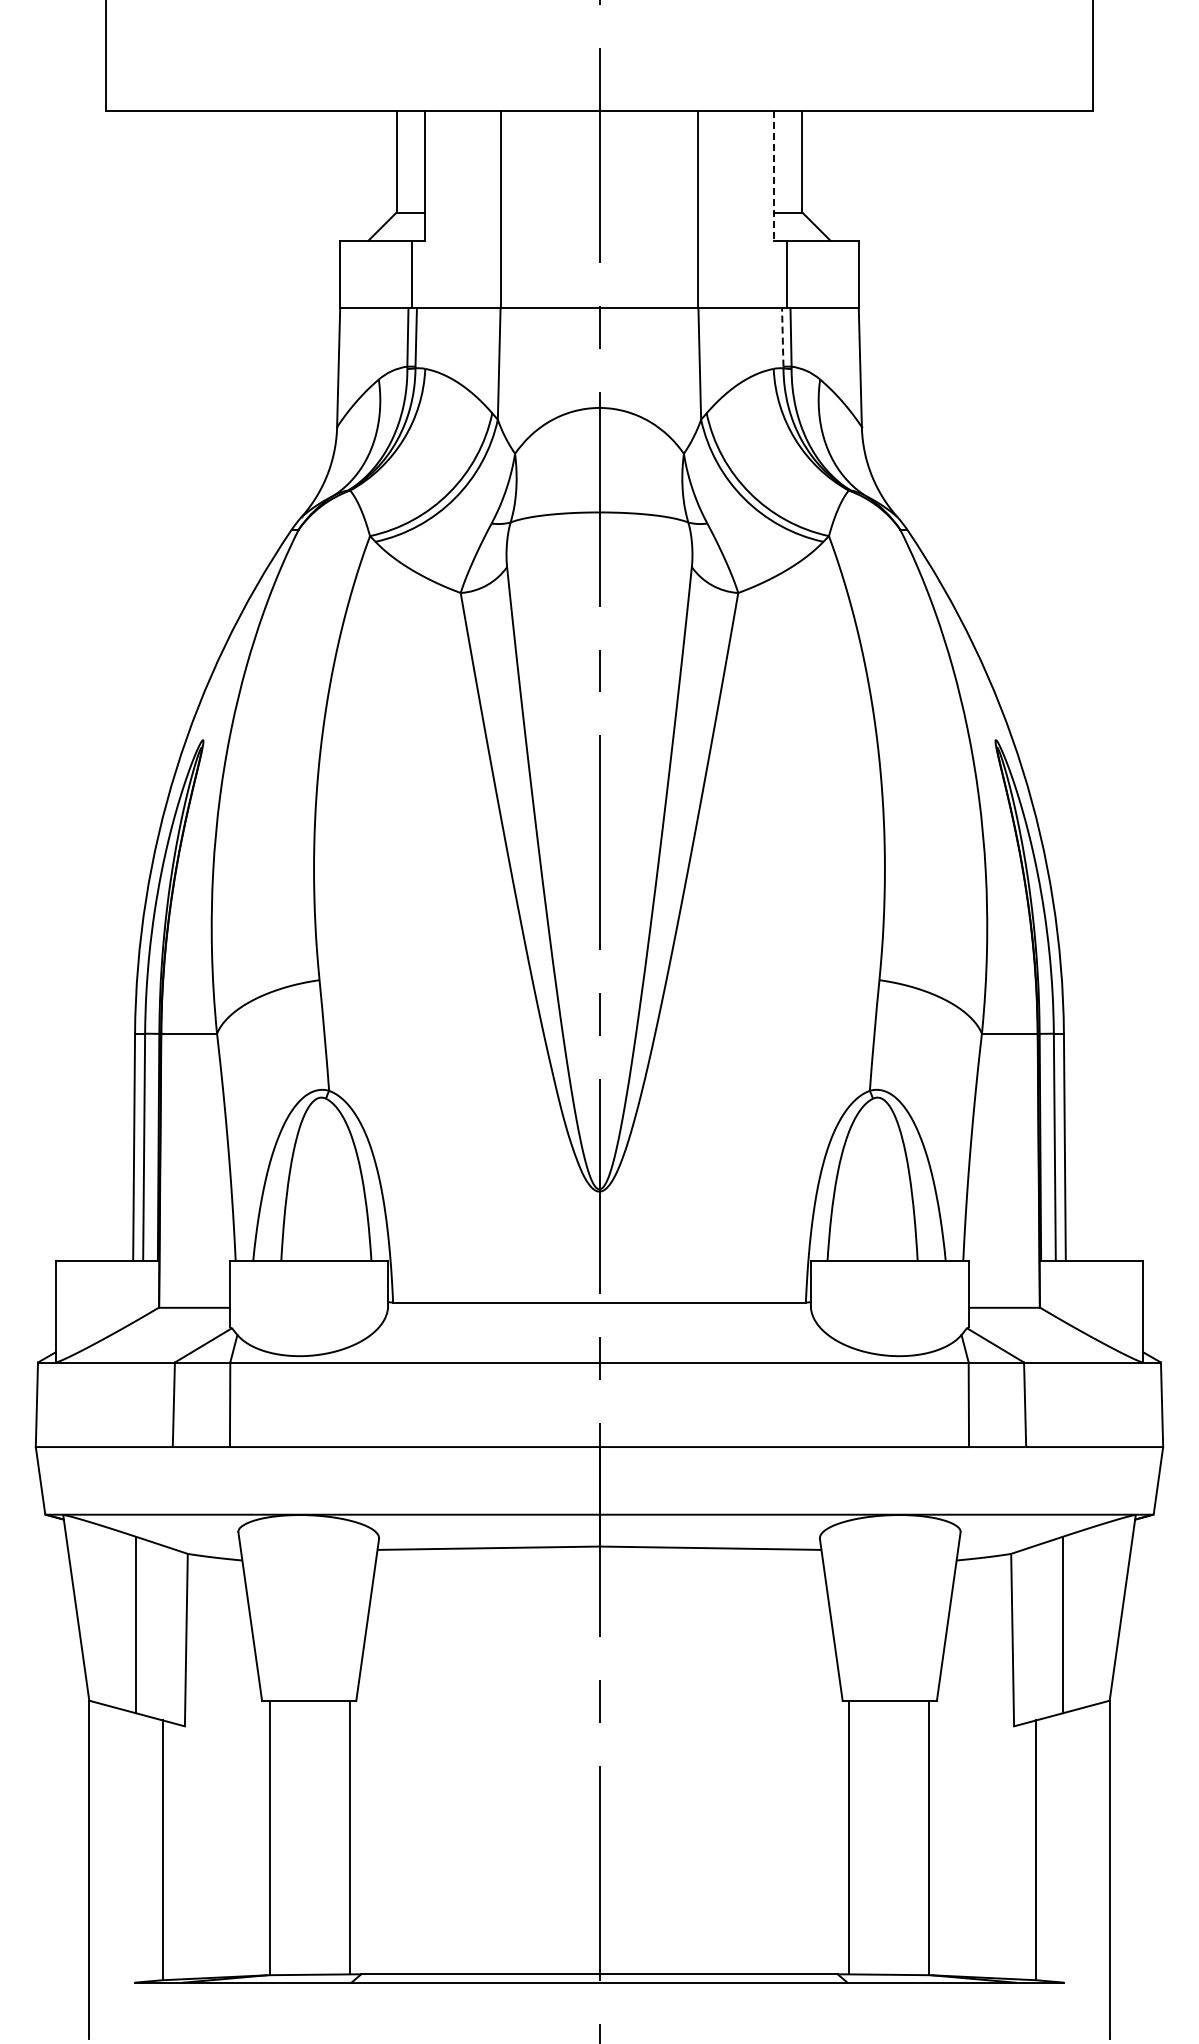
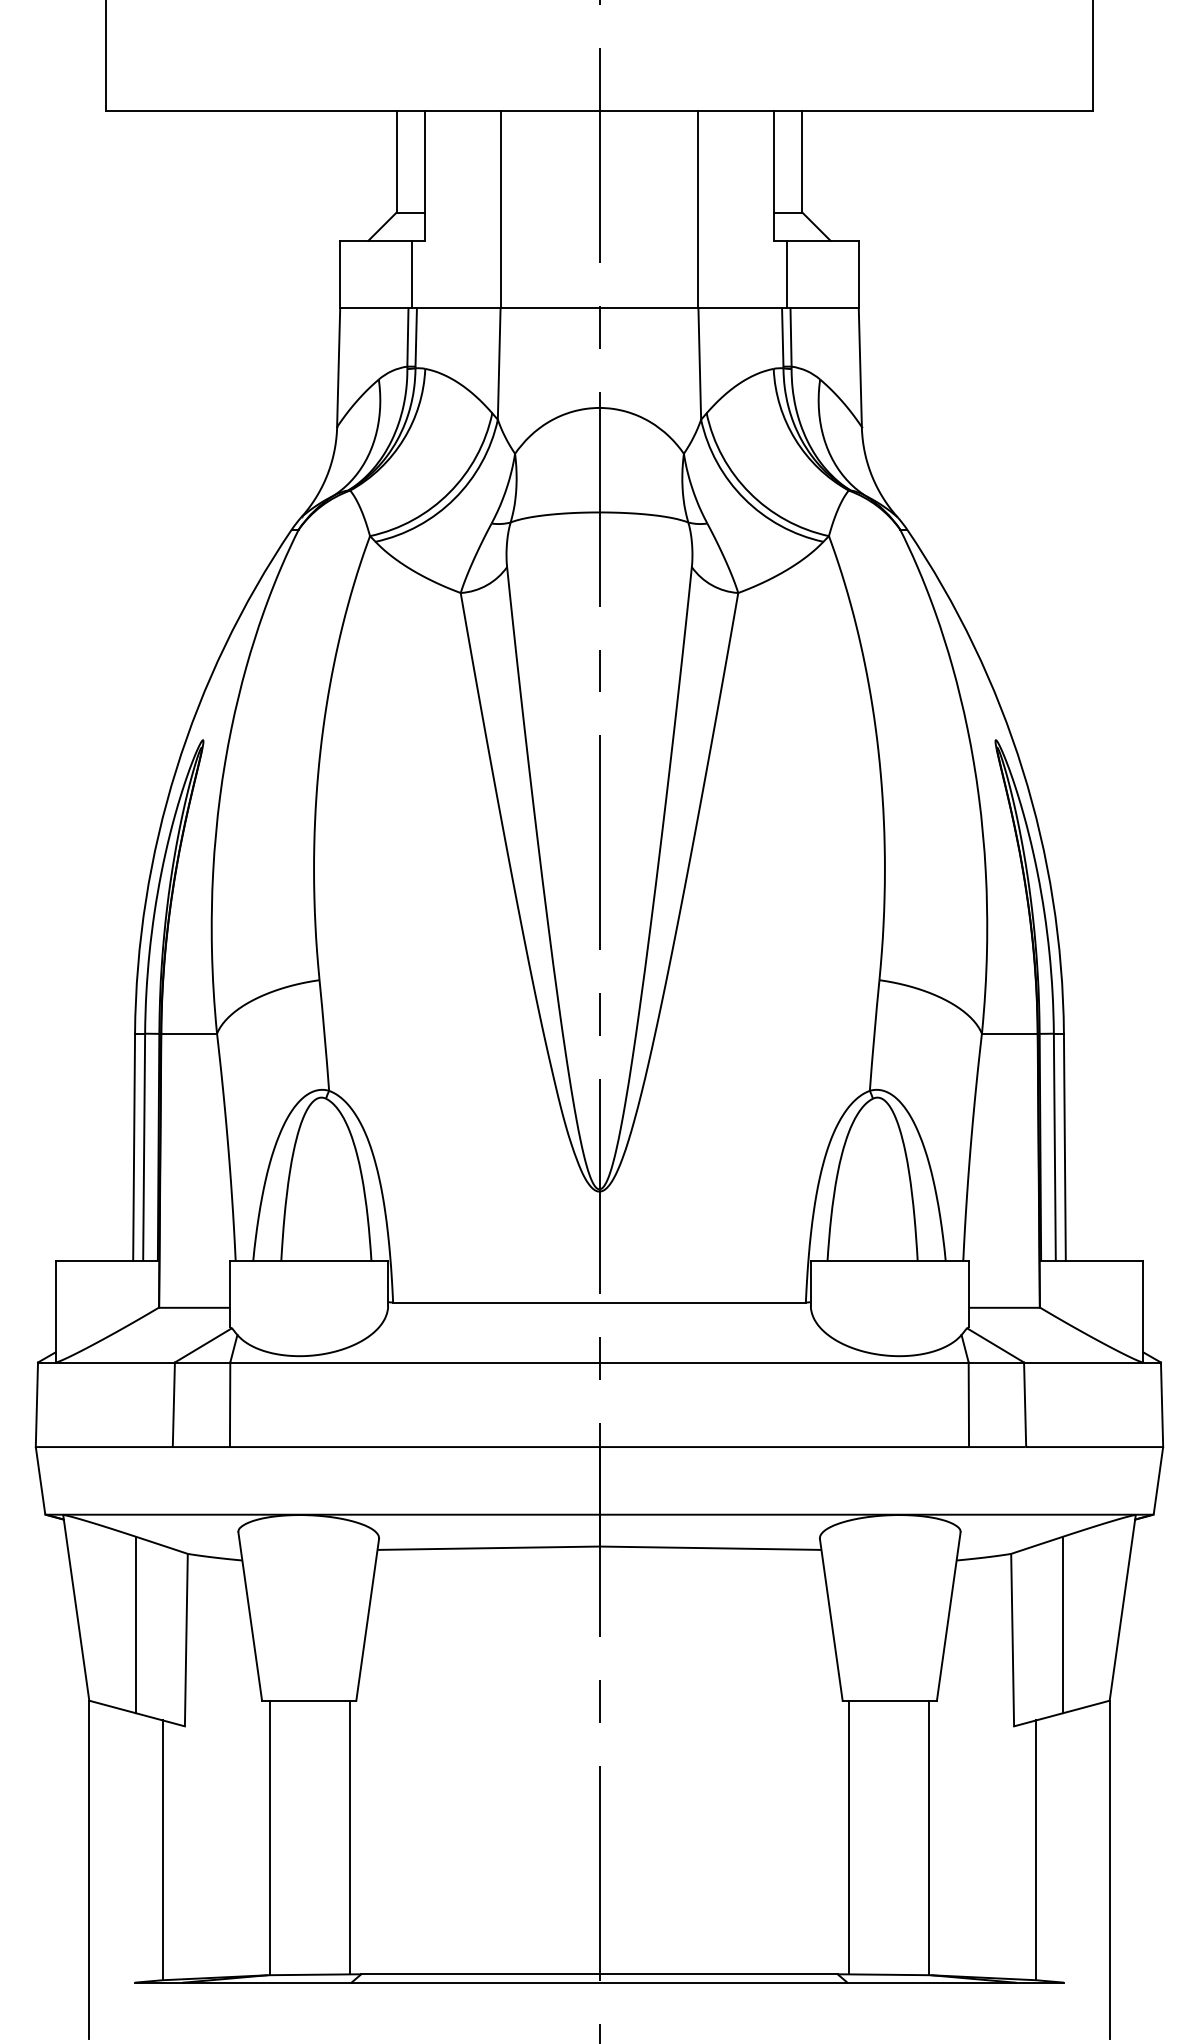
line at (774, 175): dashed -> solid
line at (782, 337): dashed -> solid
